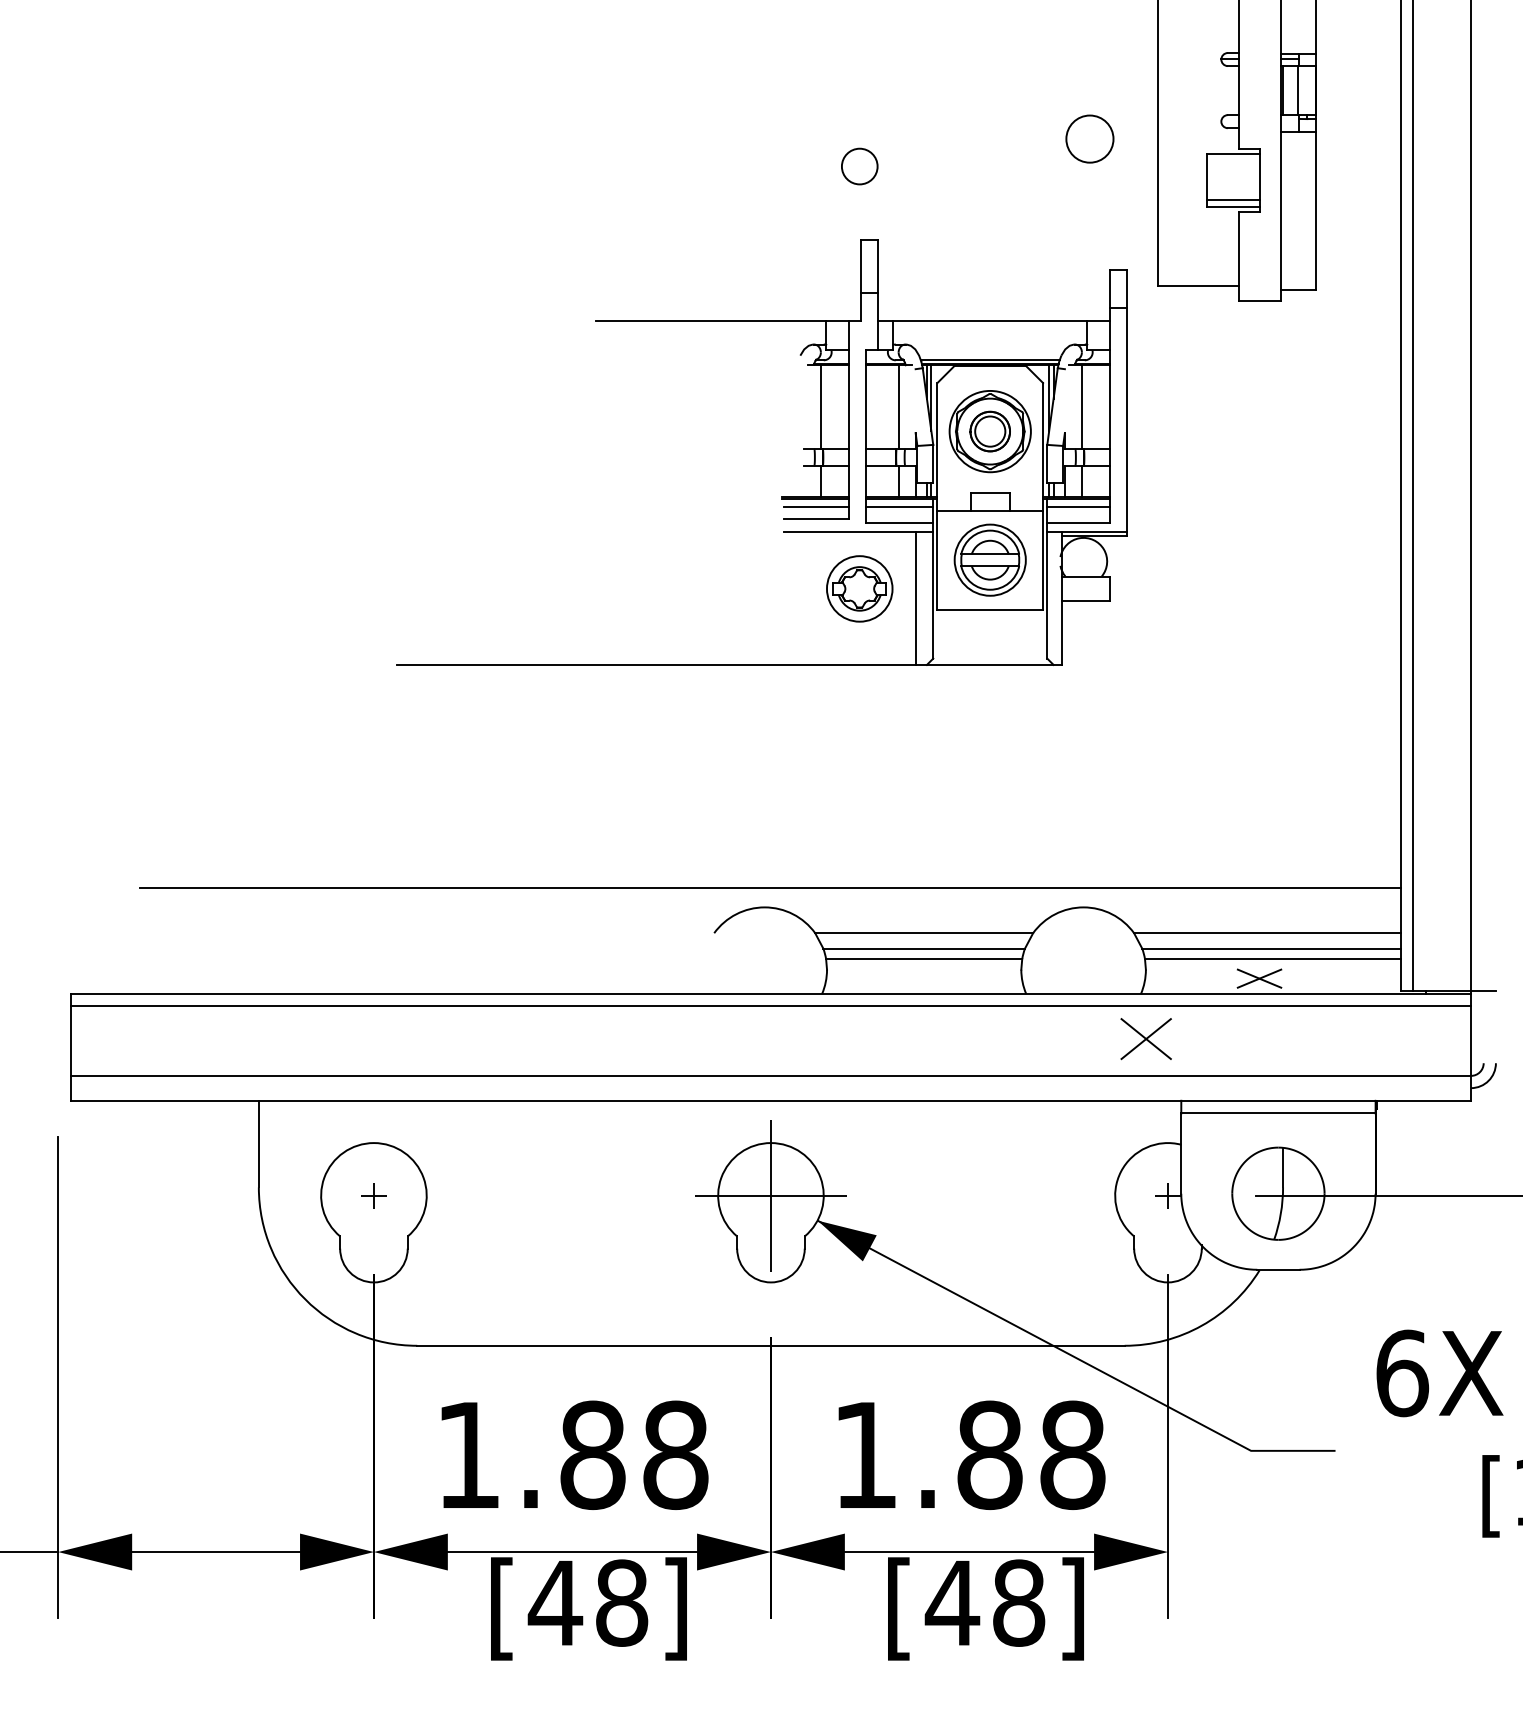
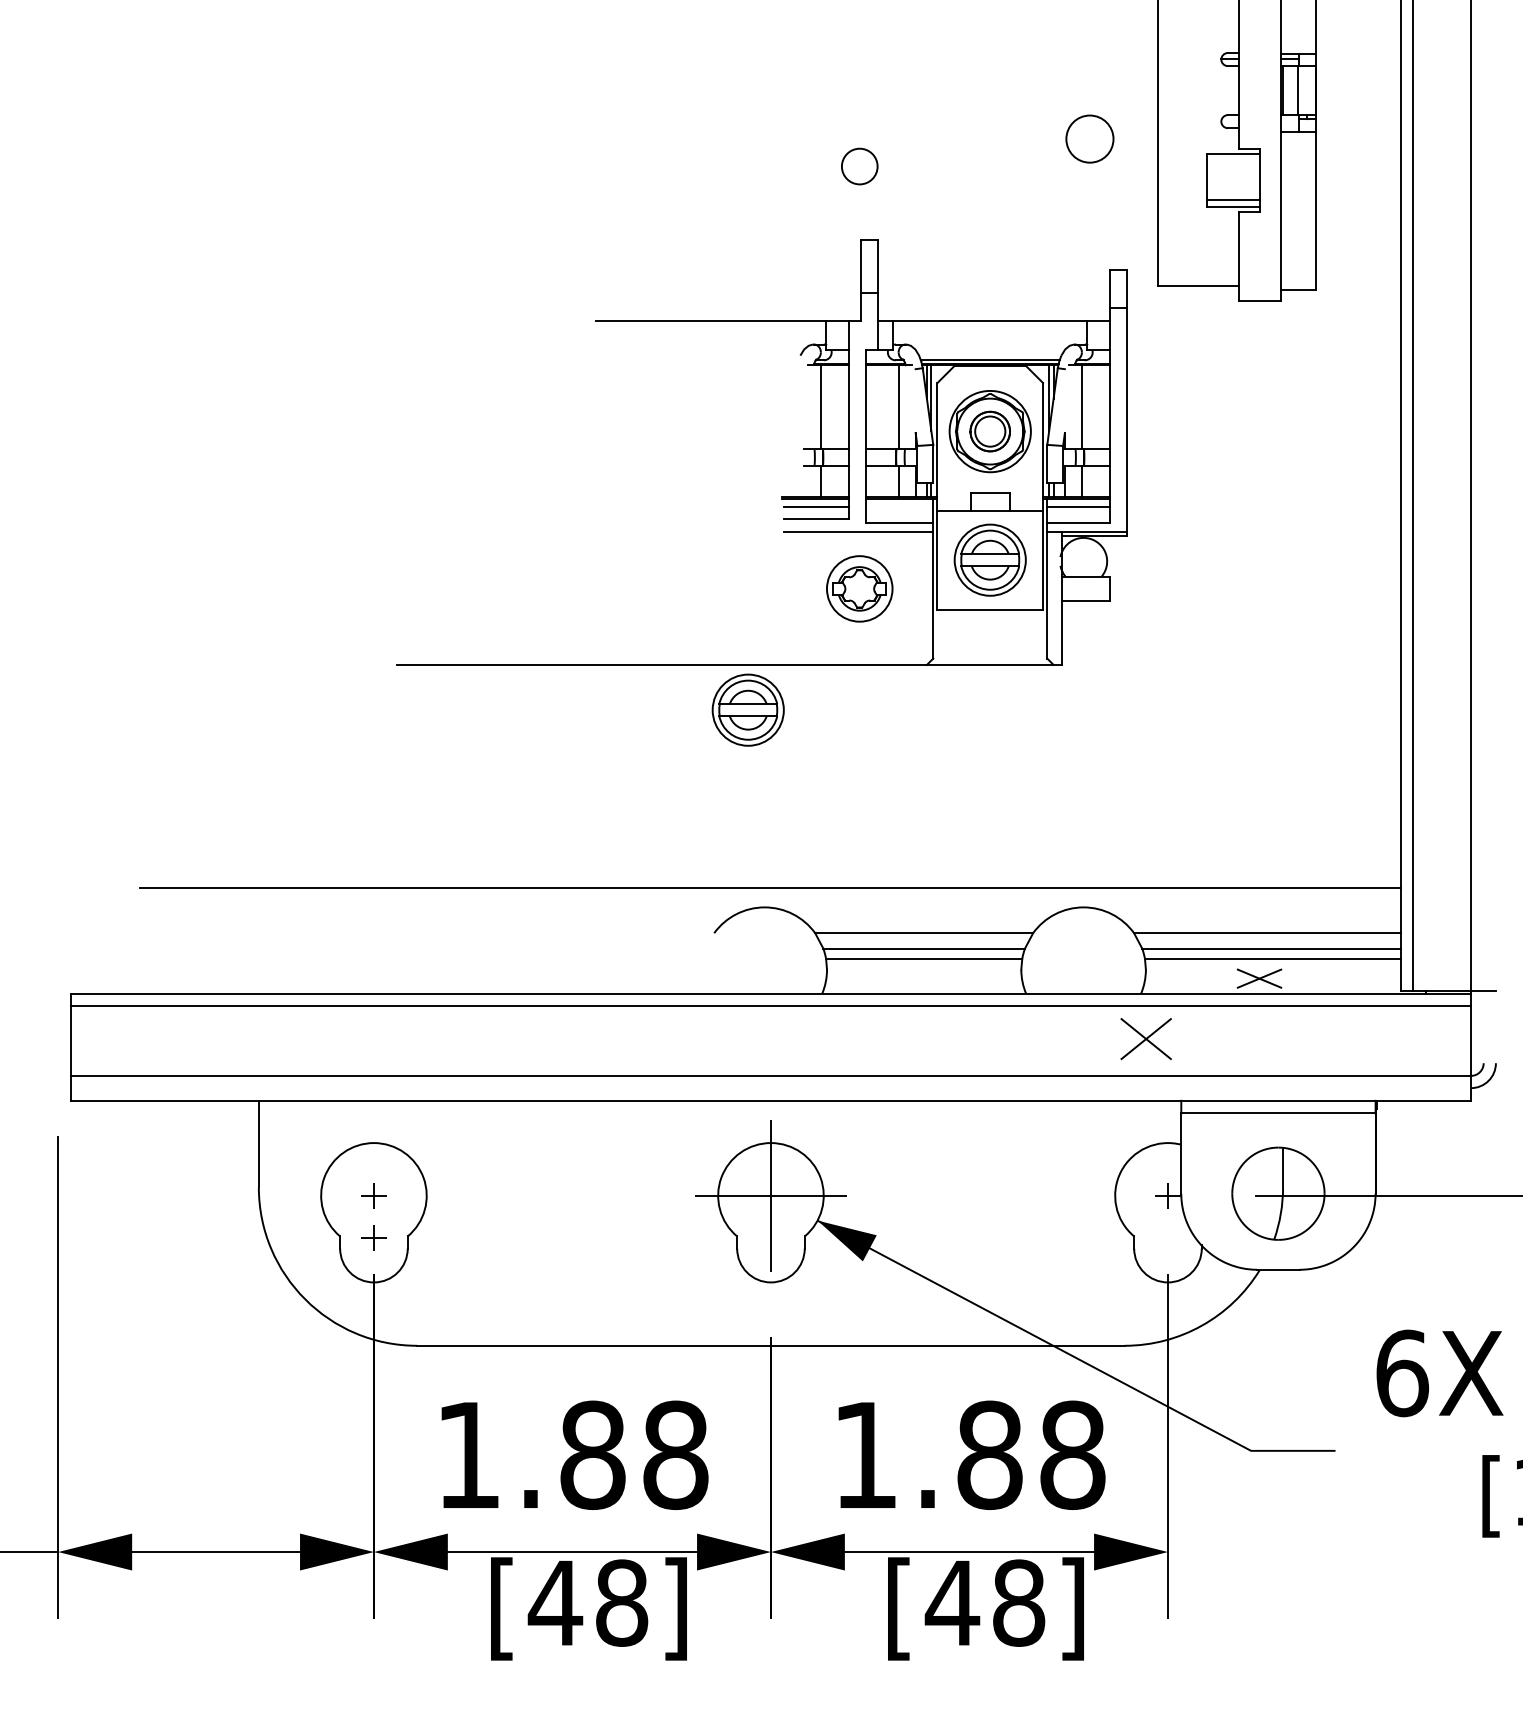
line at (899, 506): present -> none
line at (916, 597): present -> none
part at (747, 709): none -> present
part at (373, 1237): none -> present
